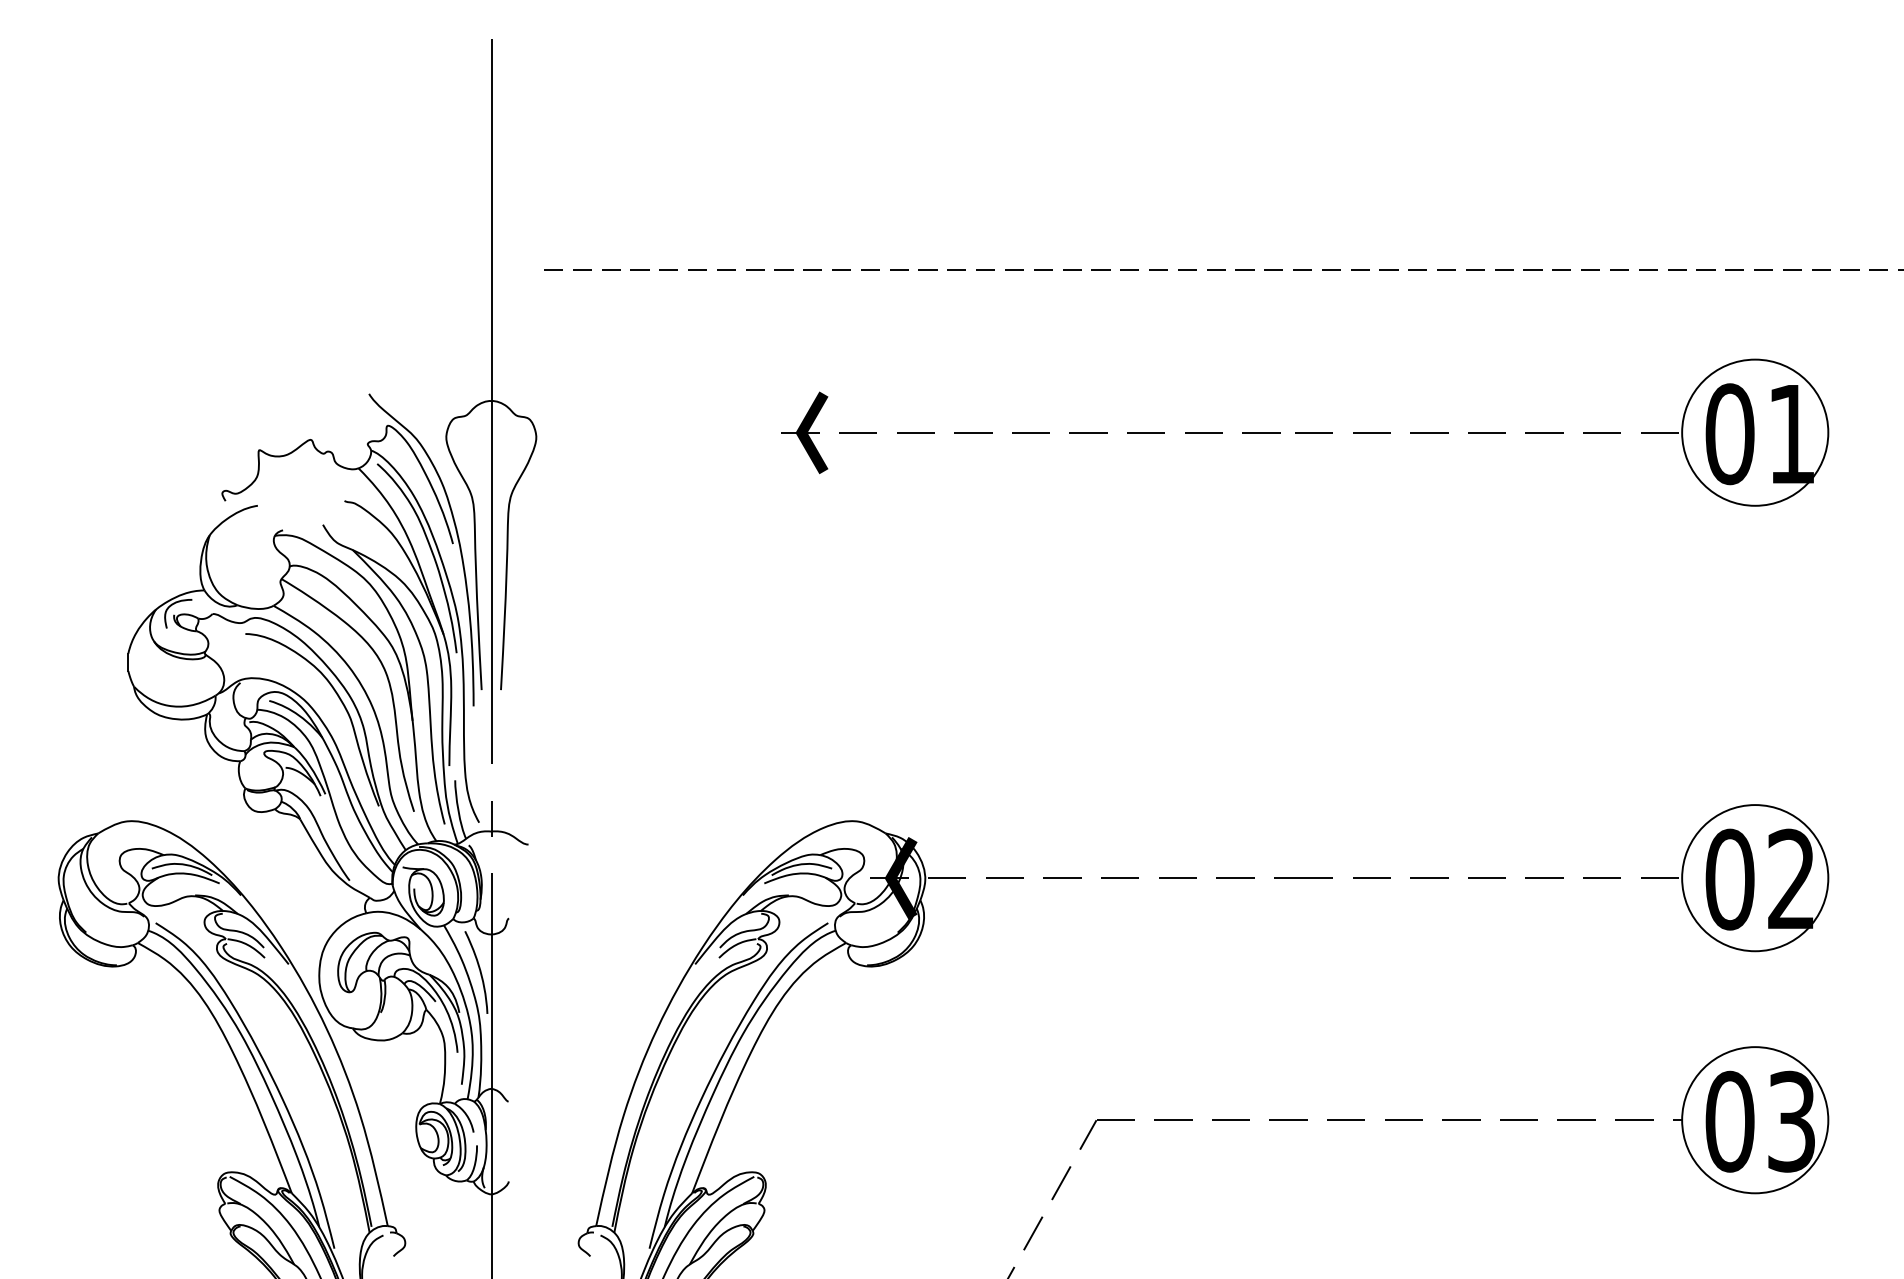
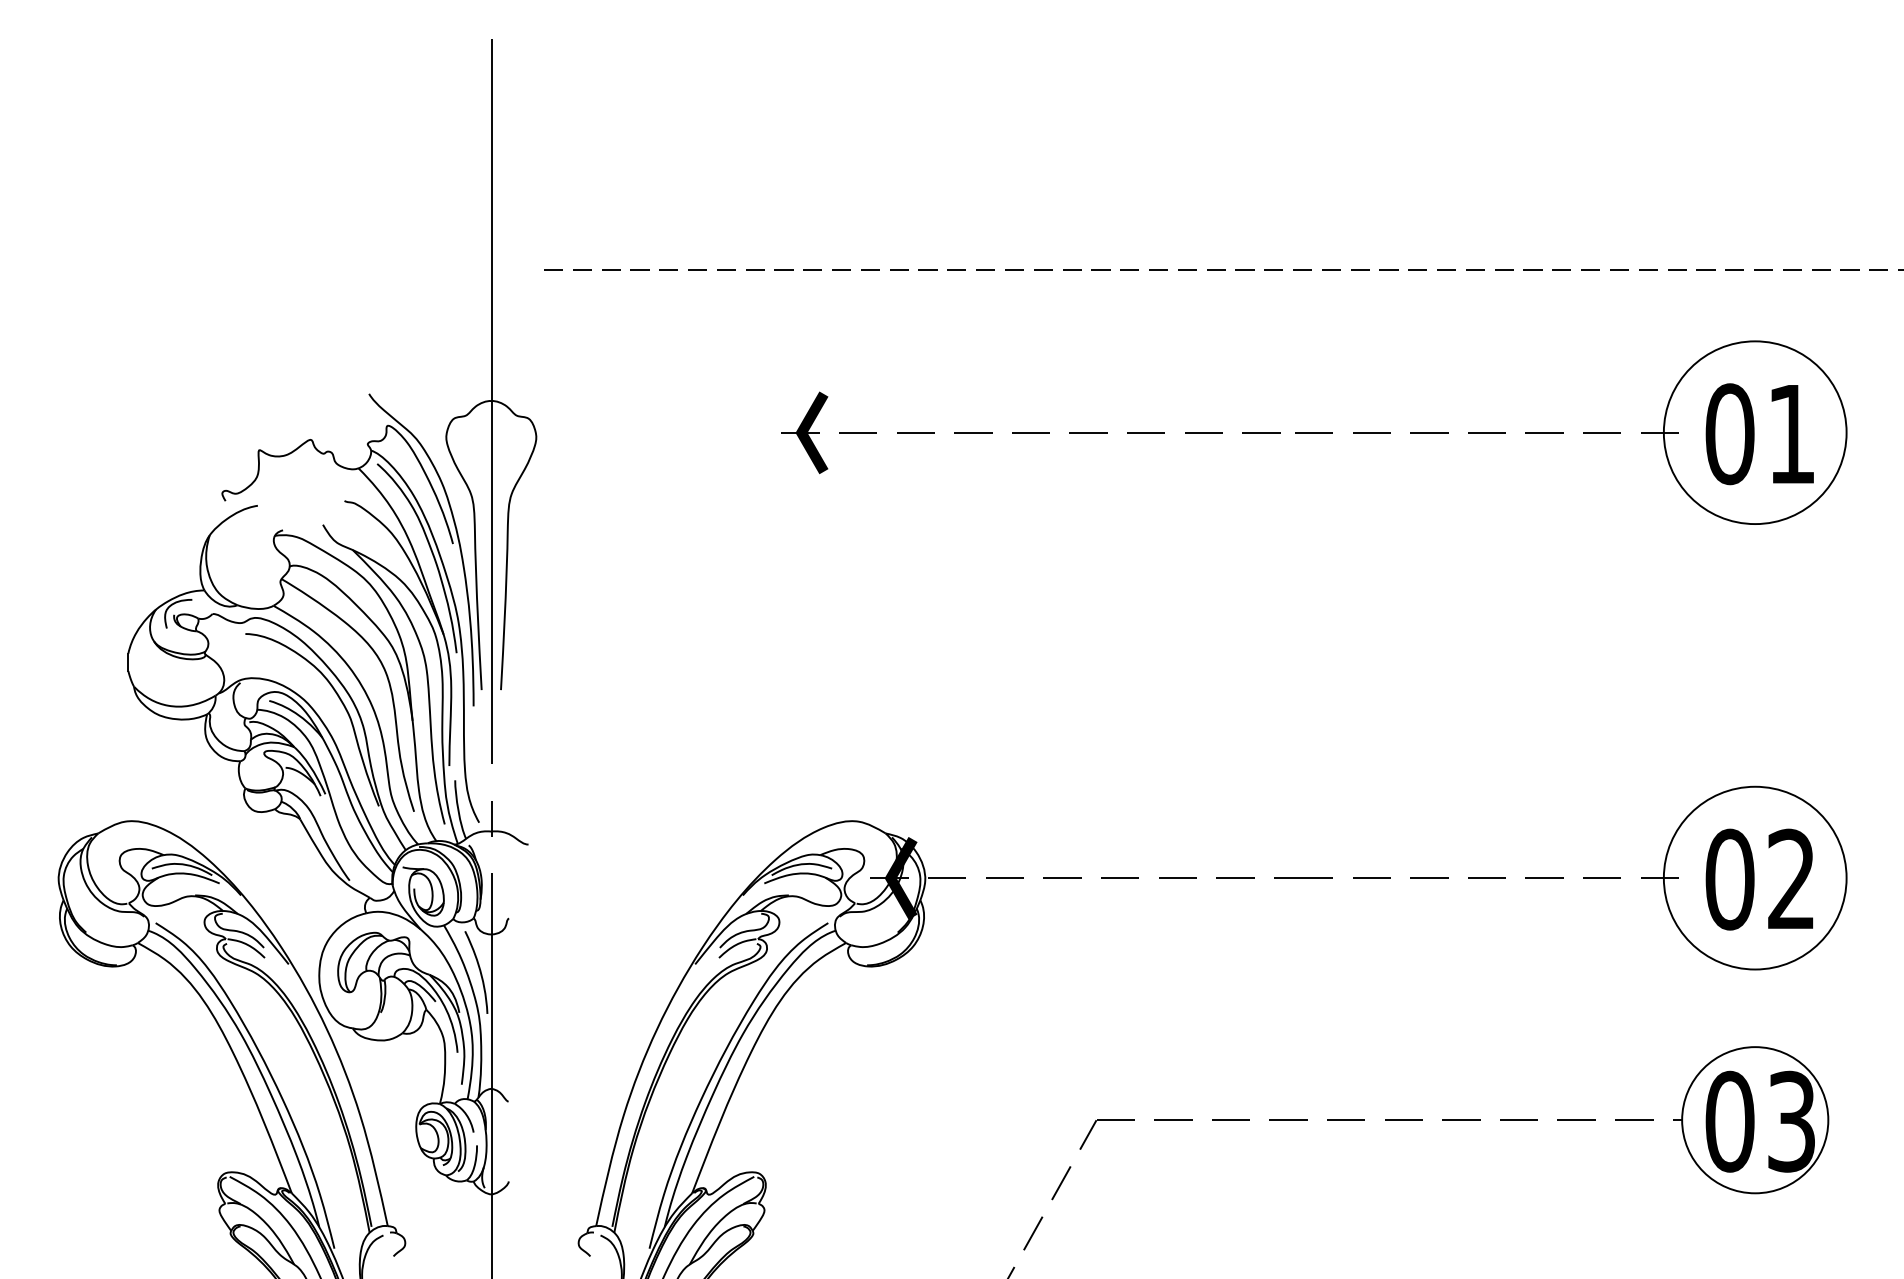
circle at (1755, 432) diameter: 146 px -> 183 px
circle at (1755, 878) diameter: 146 px -> 183 px
